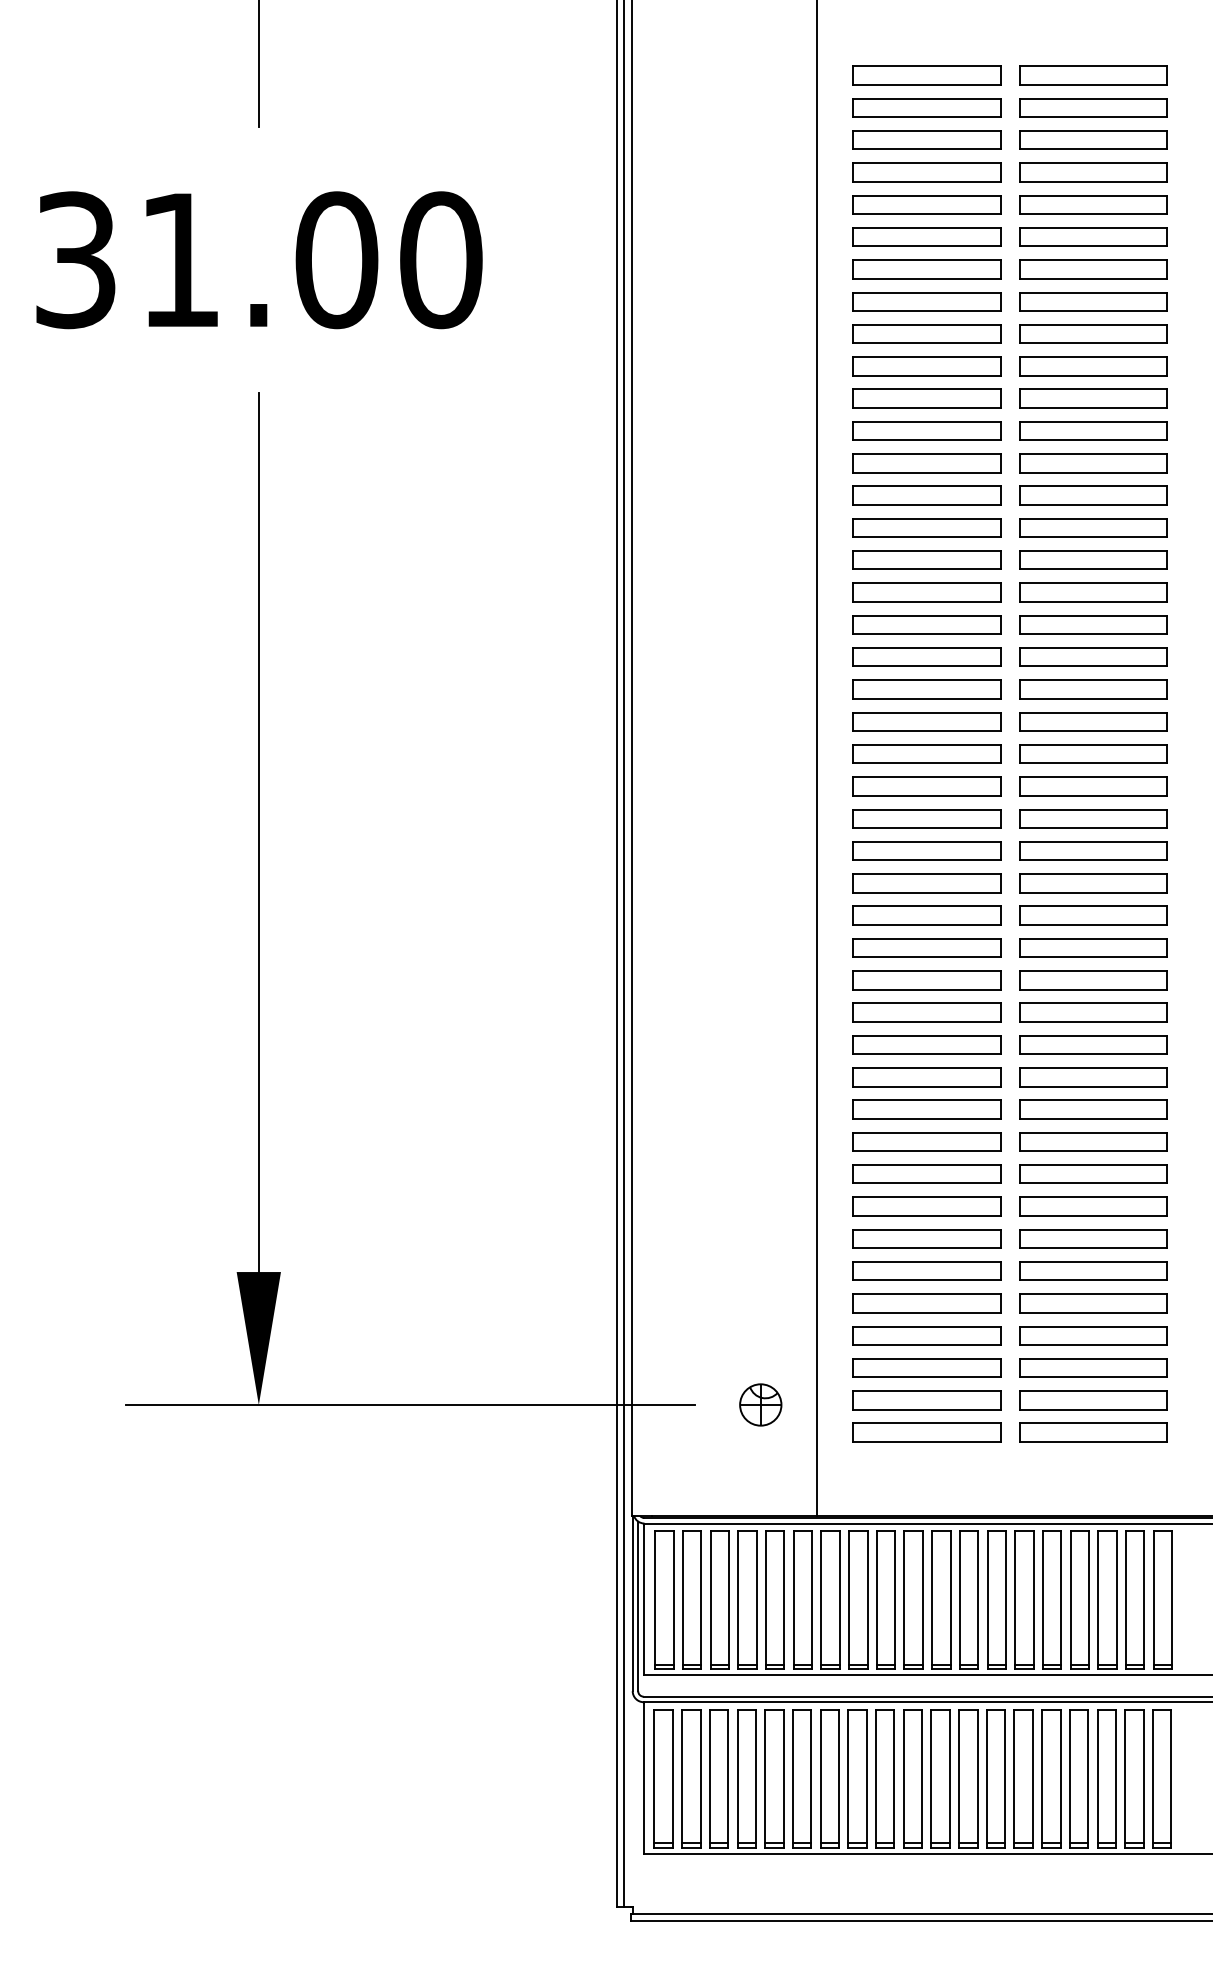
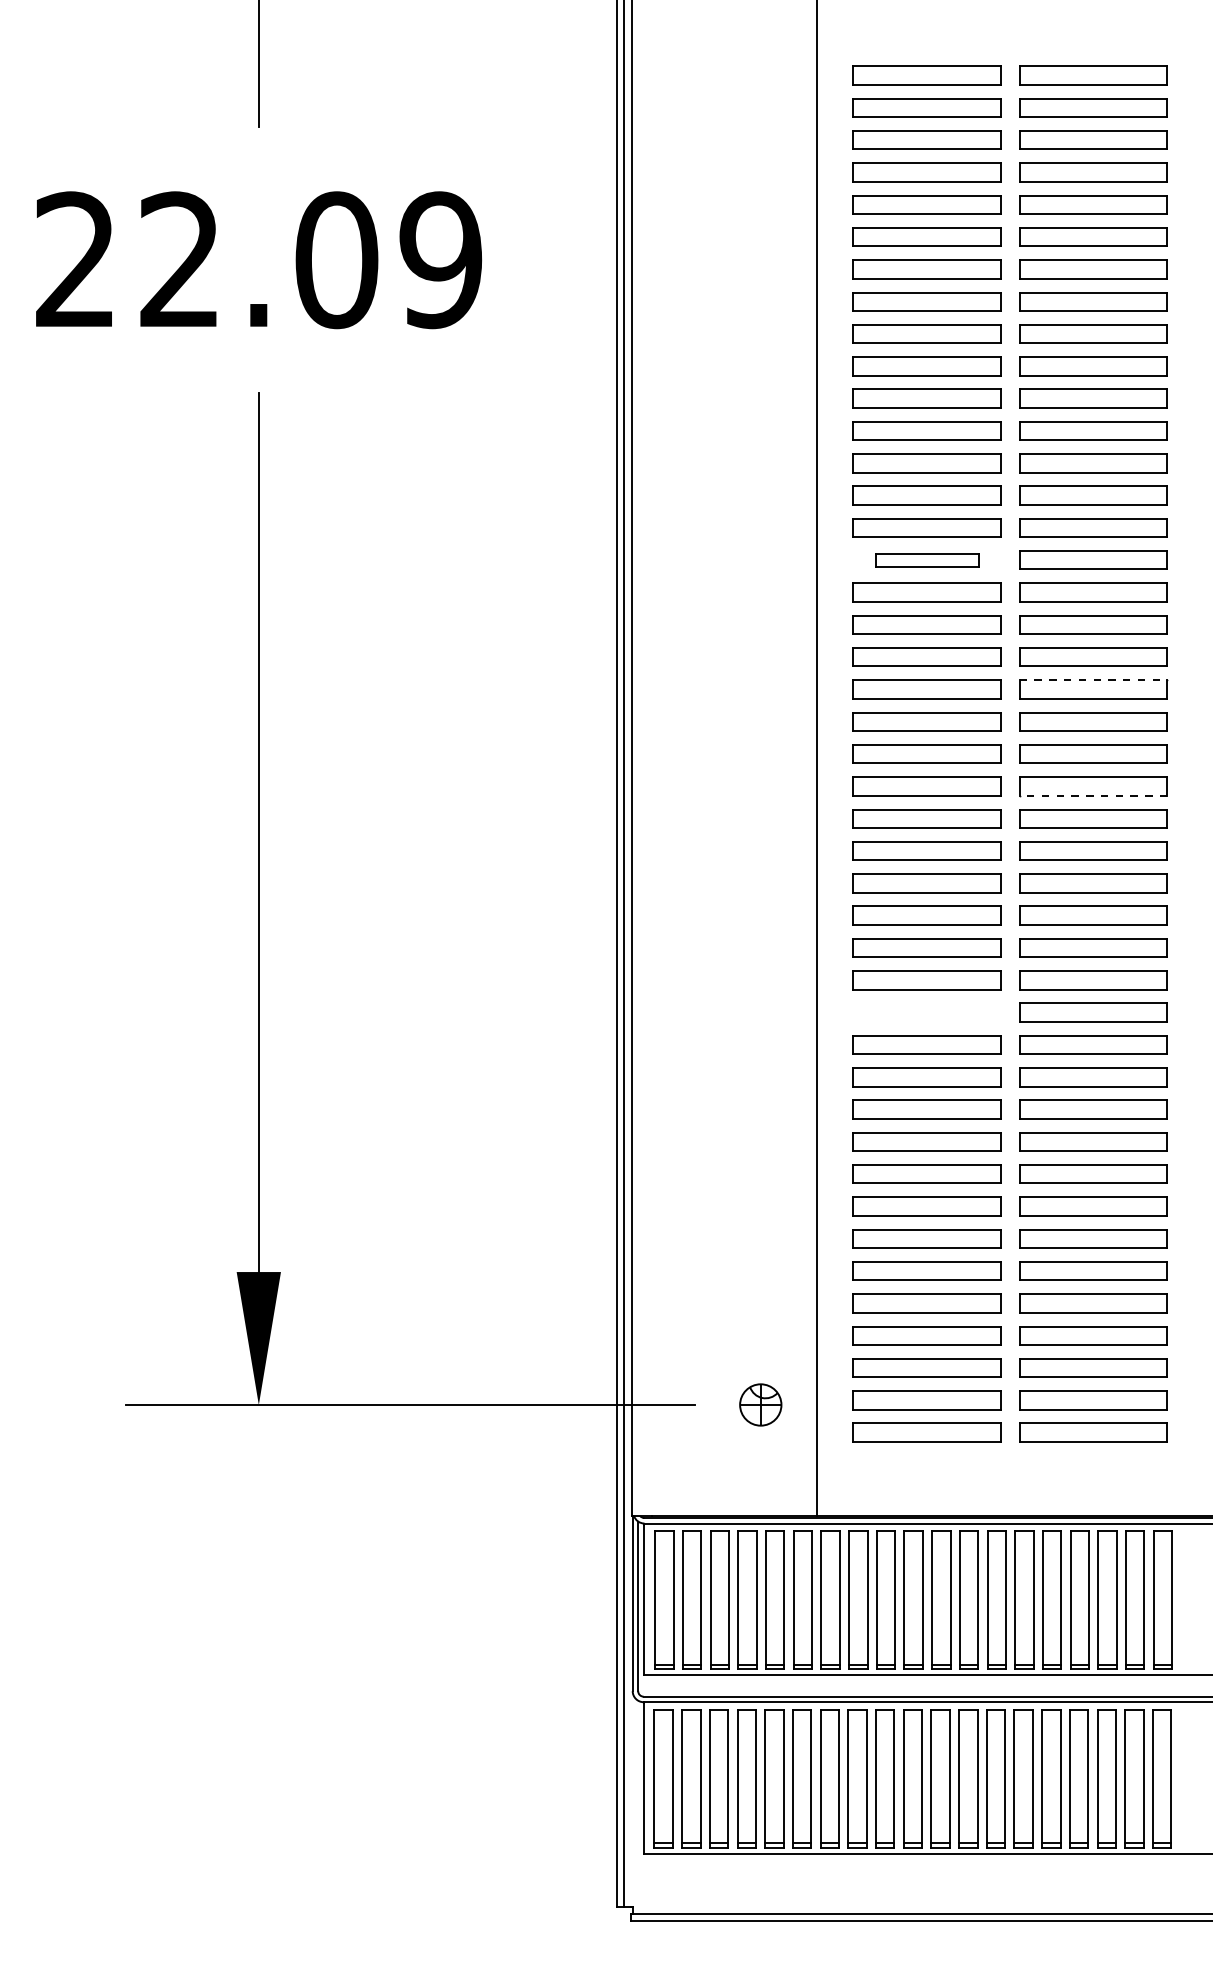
text at (259, 260): 31.00 -> 22.09
part at (926, 559) size: 150x20 px -> 105x15 px
line at (1093, 680): solid -> dashed
line at (1093, 795): solid -> dashed
part at (926, 1012): present -> none
